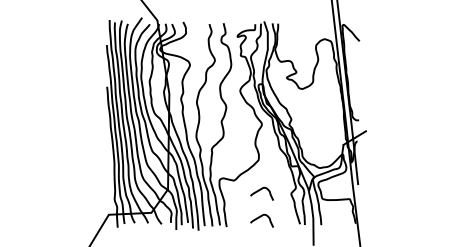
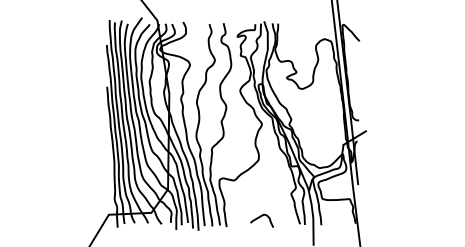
curve at (259, 191): present -> none
